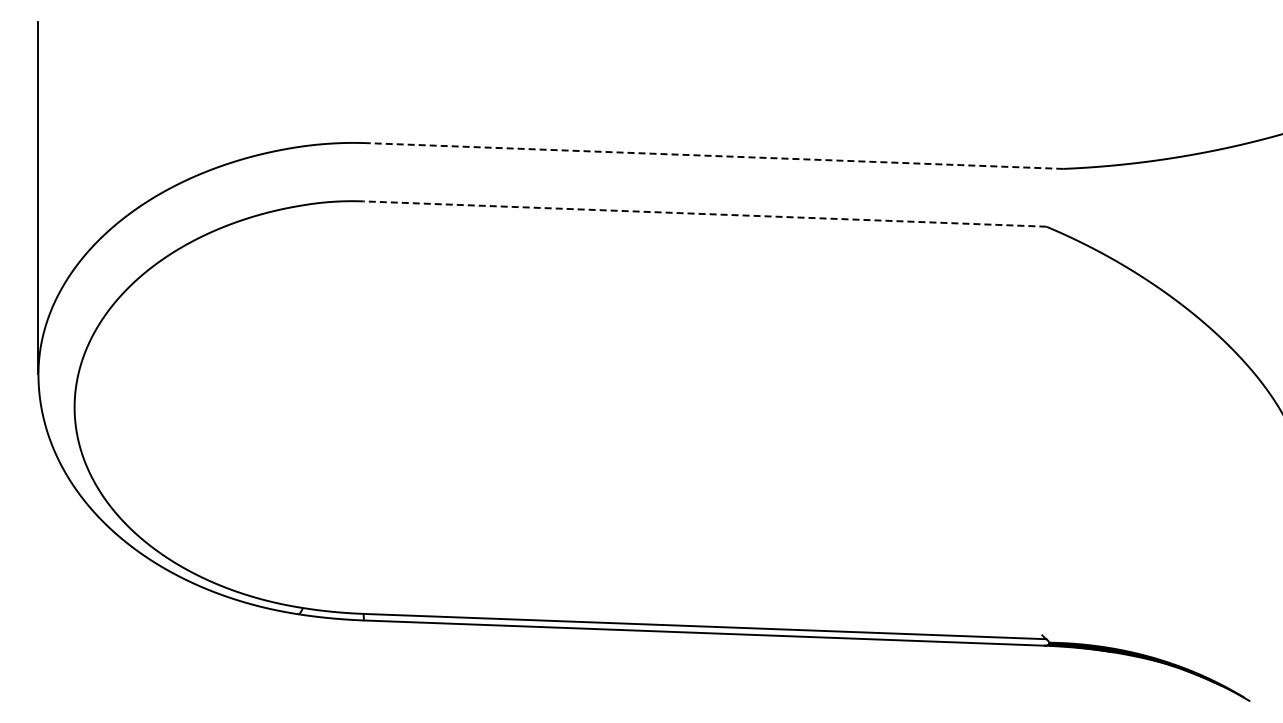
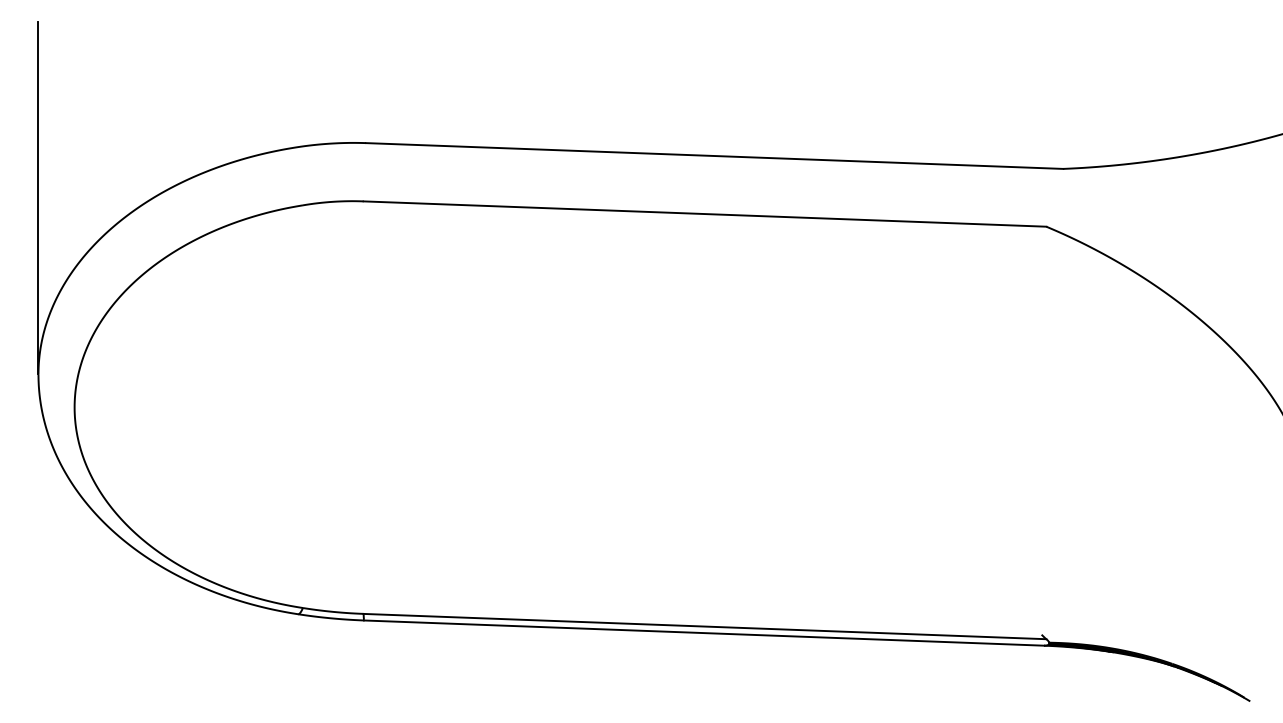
line at (714, 156): dashed -> solid
line at (705, 214): dashed -> solid
